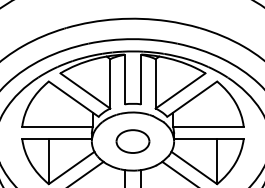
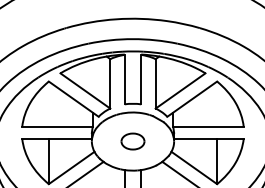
part at (132, 141) size: 36x25 px -> 26x19 px
